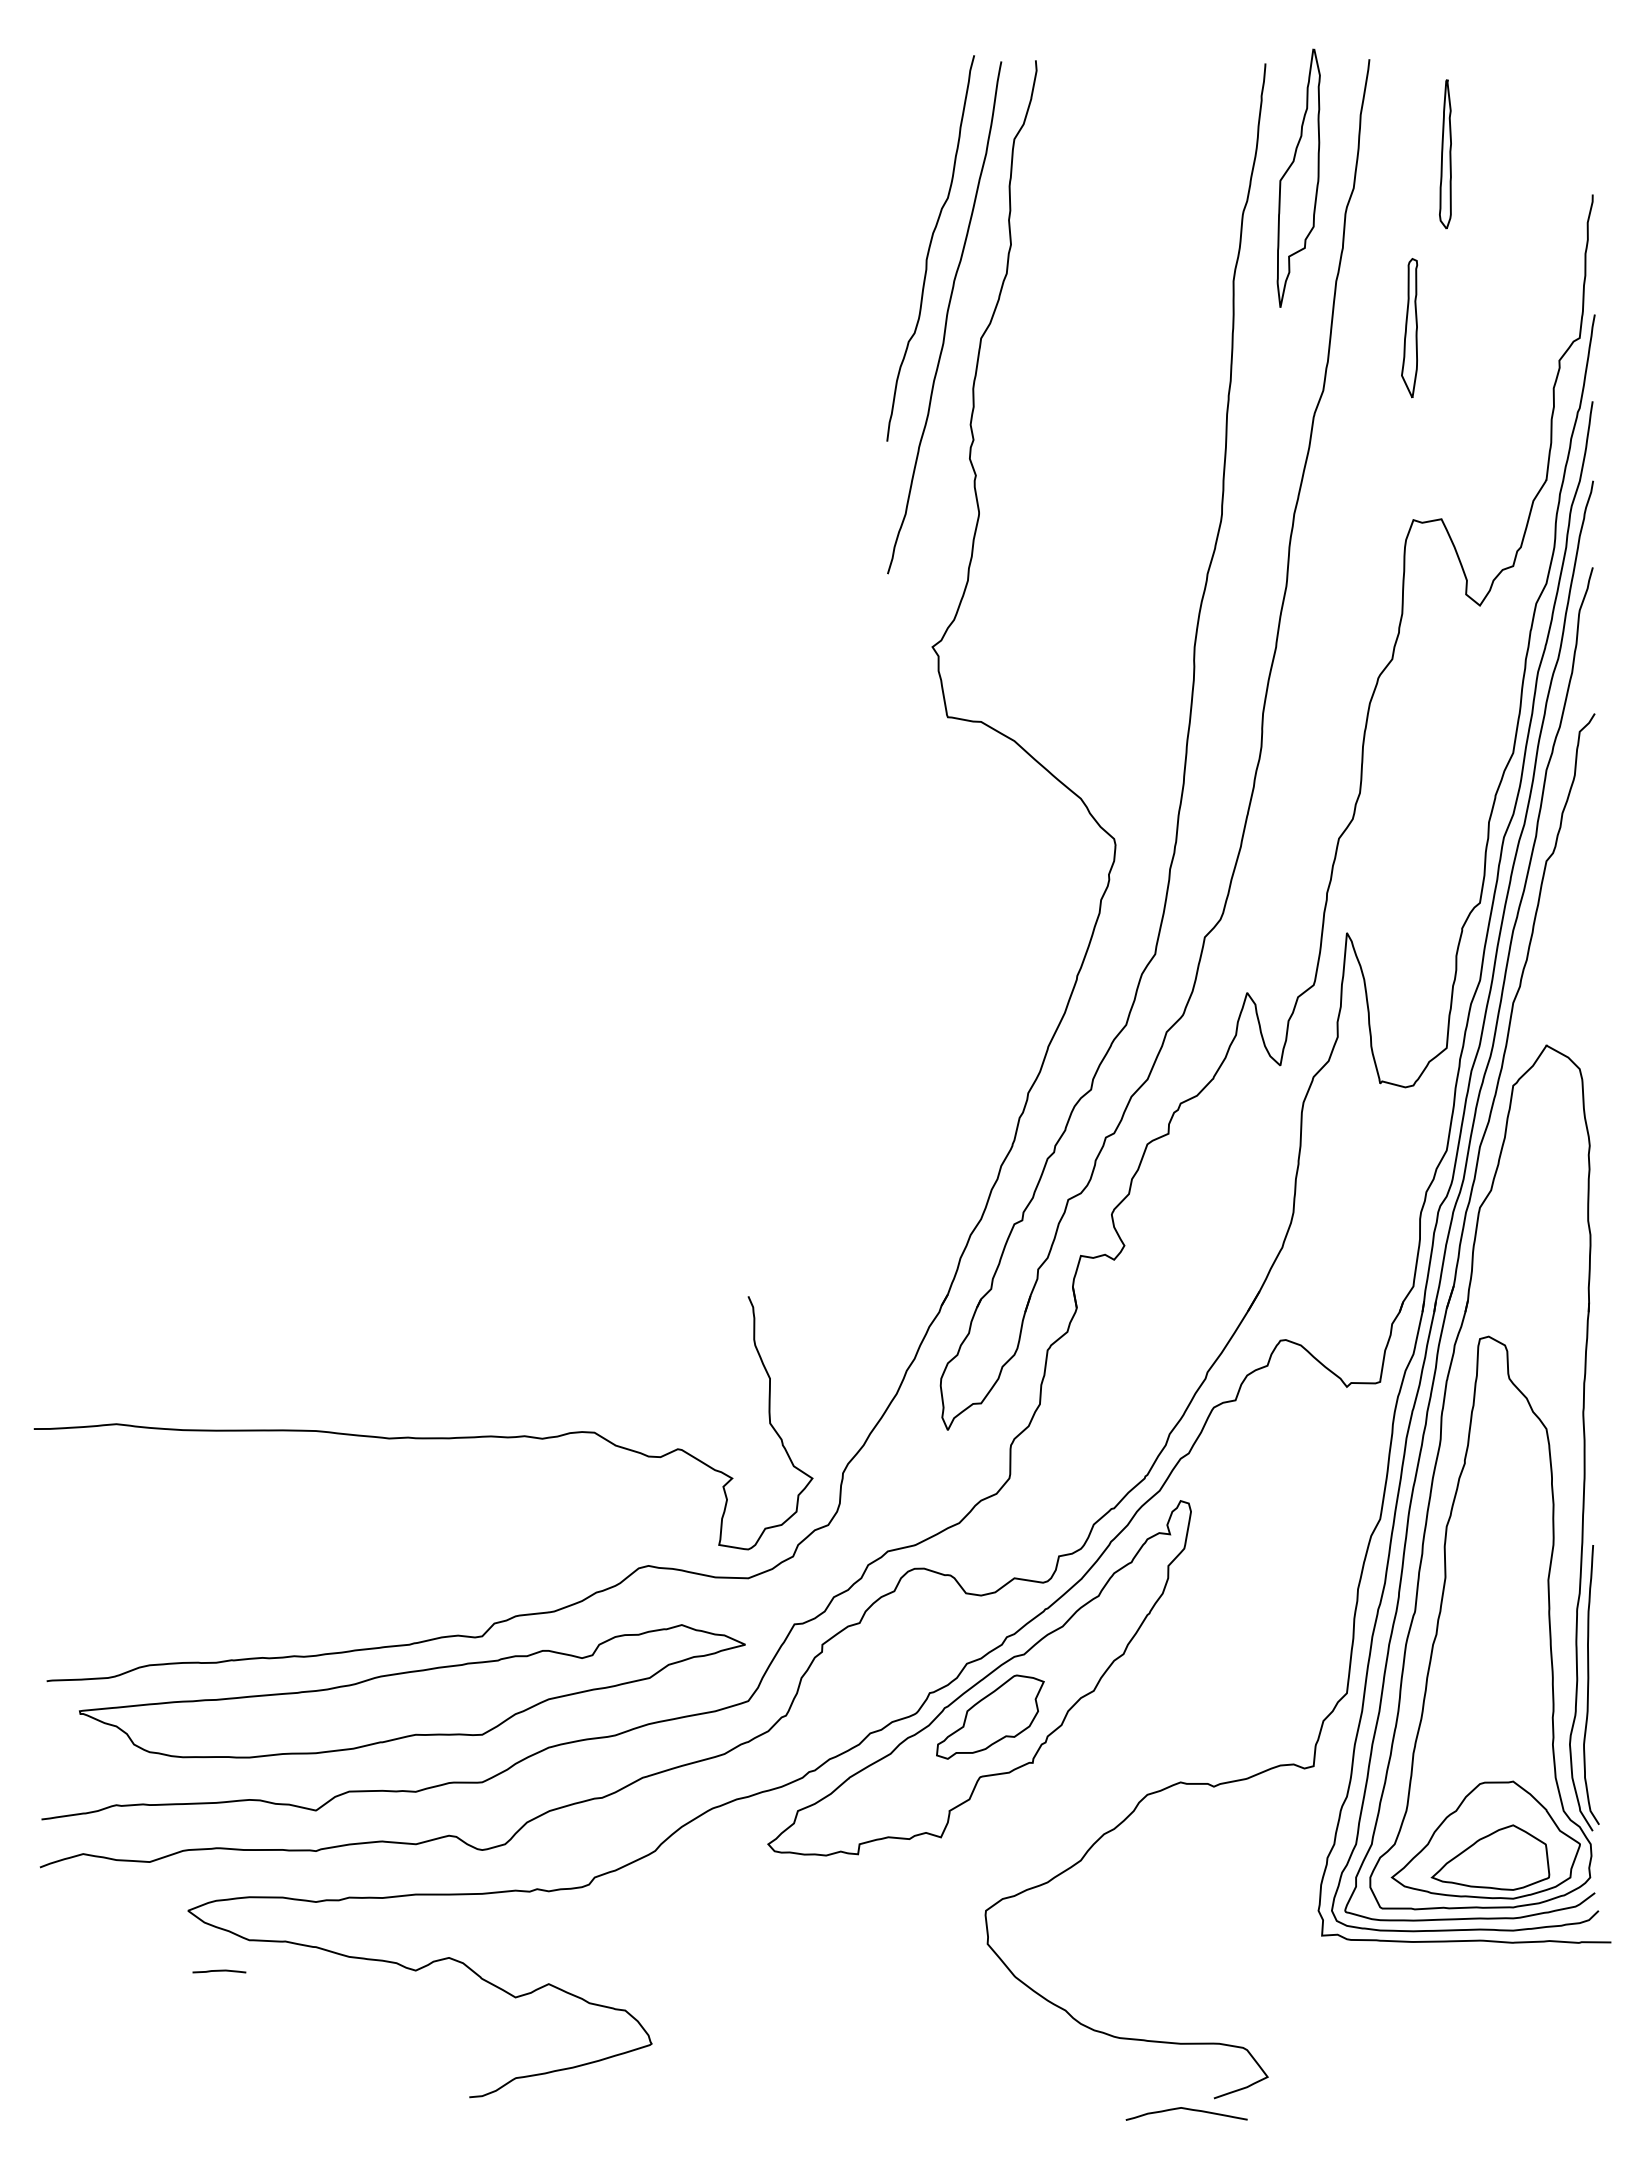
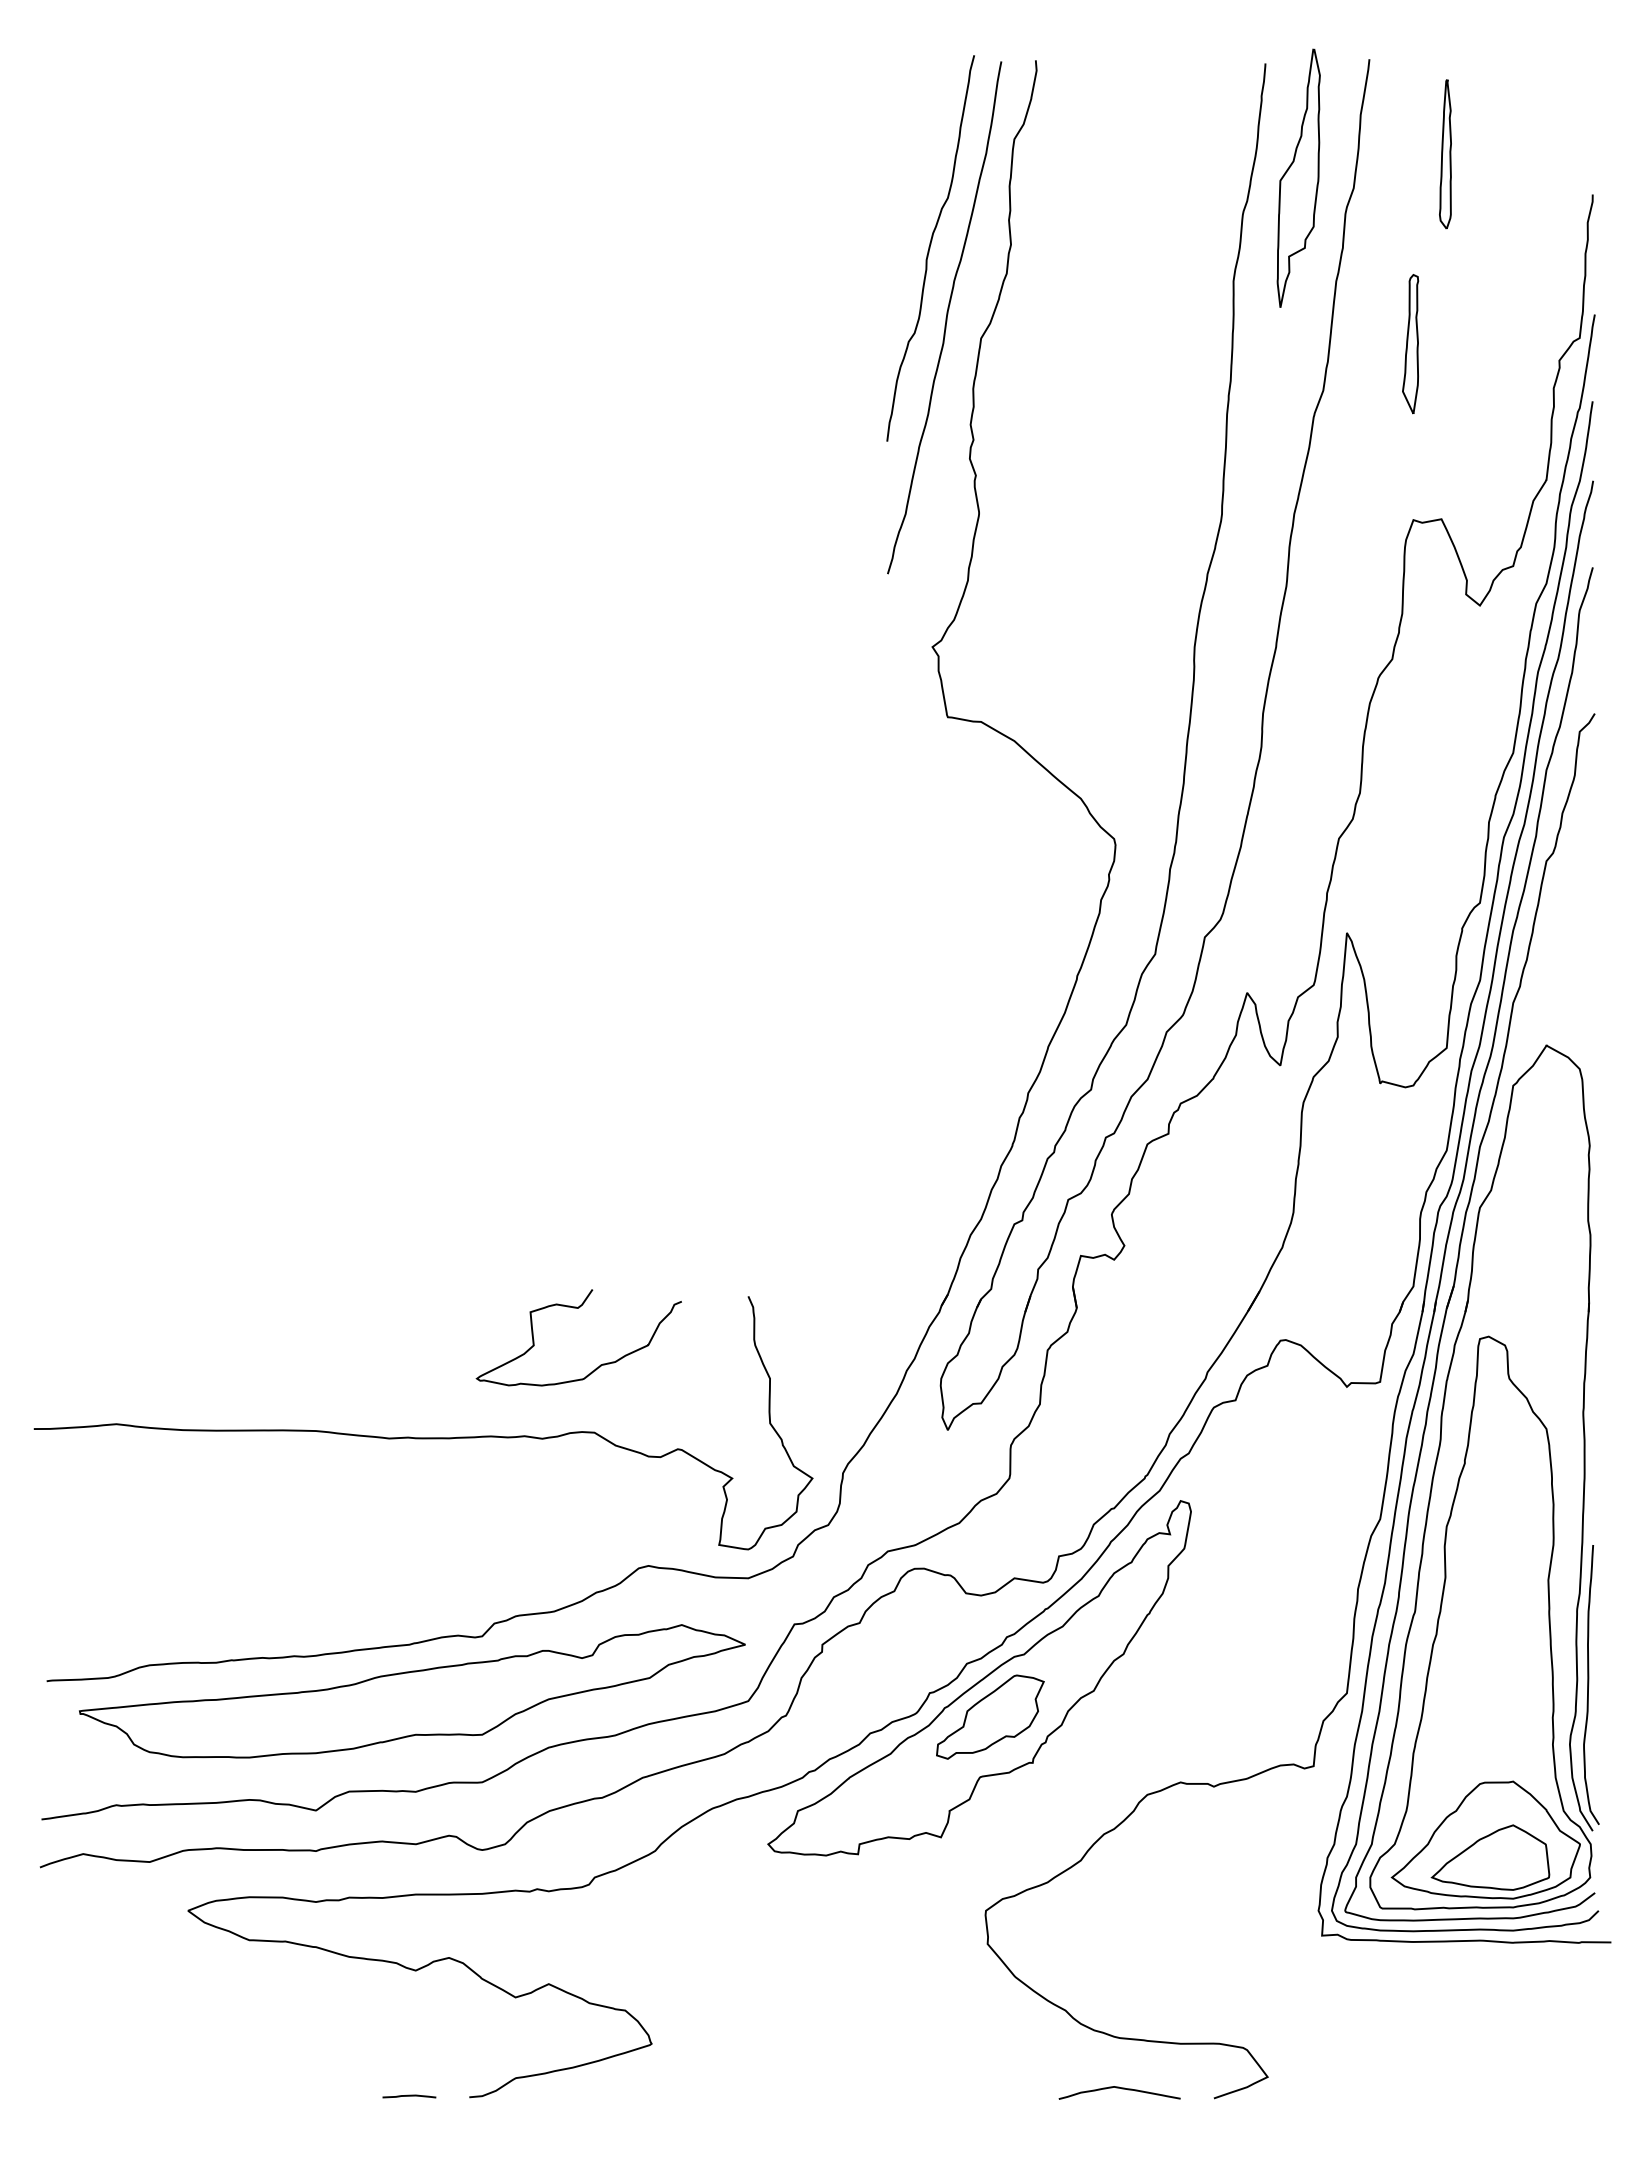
part at (1409, 328) position: (1409, 328) -> (1410, 344)
curve at (578, 1308): none -> present
curve at (219, 1971) position: (219, 1971) -> (409, 2096)
curve at (1188, 2110) position: (1188, 2110) -> (1121, 2089)
